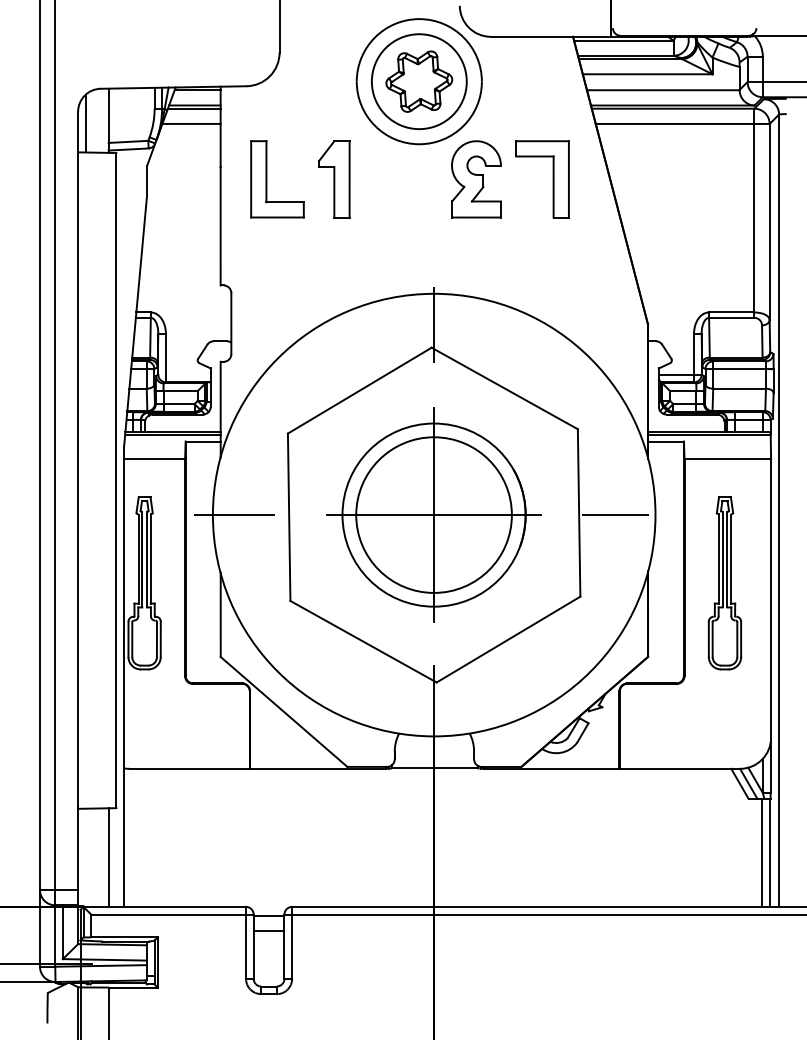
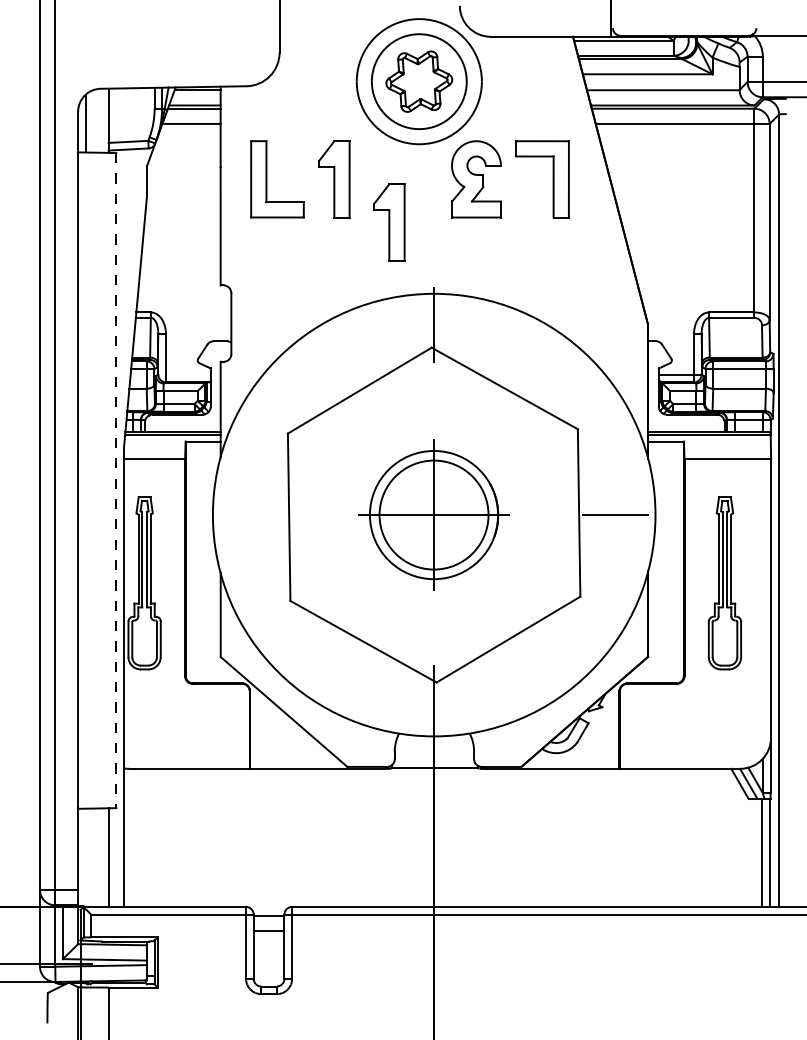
part at (389, 222): none -> present
line at (116, 480): solid -> dashed
part at (433, 514) size: 216x216 px -> 152x152 px
line at (234, 515): present -> none
